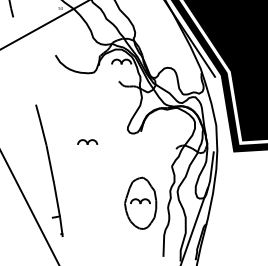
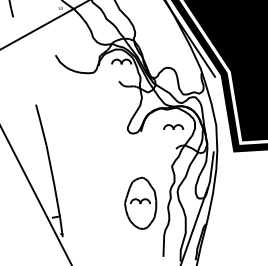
part at (87, 141) position: (87, 141) -> (173, 126)
line at (29, 207) position: (29, 207) -> (36, 195)
